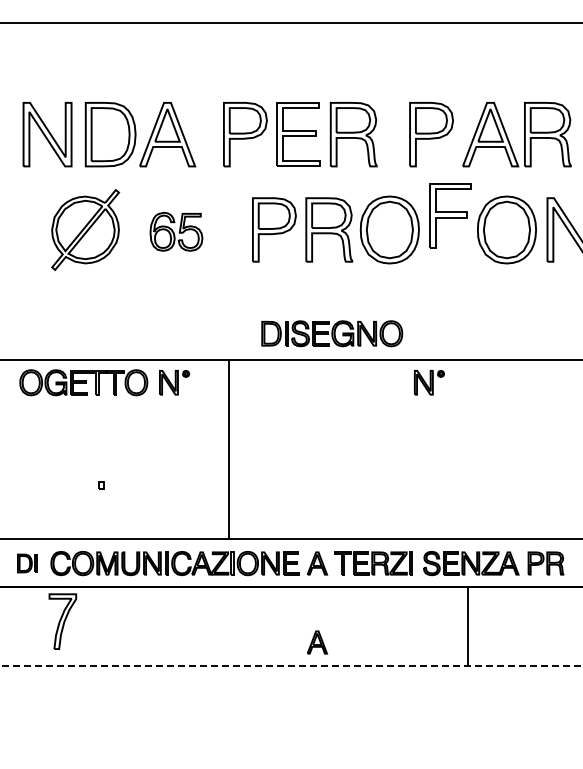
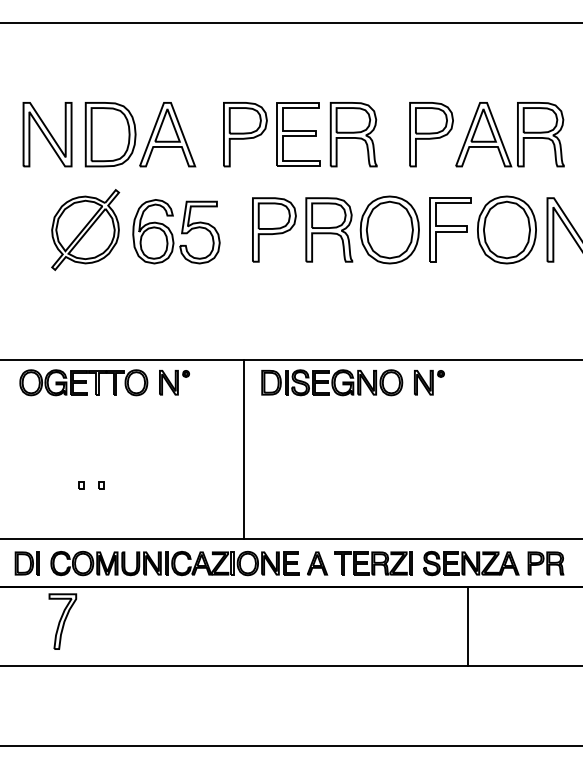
part at (524, 134) position: (524, 134) -> (517, 134)
part at (450, 215) position: (450, 215) -> (450, 229)
part at (176, 231) size: 55x41 px -> 89x66 px
part at (332, 333) position: (332, 333) -> (332, 382)
line at (228, 449) position: (228, 449) -> (243, 449)
part at (81, 485): none -> present
part at (27, 563) size: 21x21 px -> 26x25 px
part at (317, 642): present -> none
line at (292, 666): dashed -> solid
line at (290, 745): none -> present
